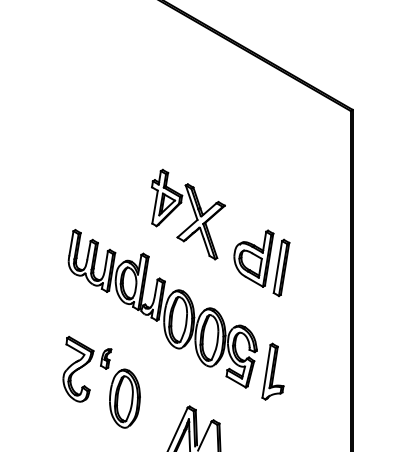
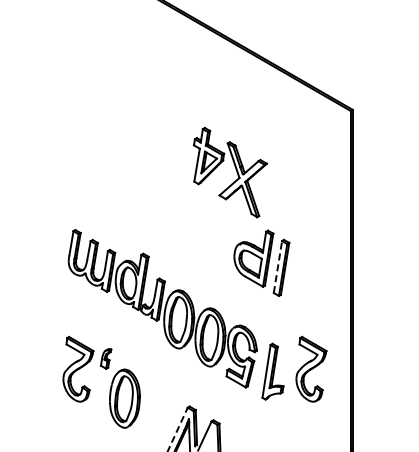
part at (188, 214) position: (188, 214) -> (230, 172)
line at (278, 266): solid -> dashed
part at (311, 368): none -> present
line at (177, 429): solid -> dashed
